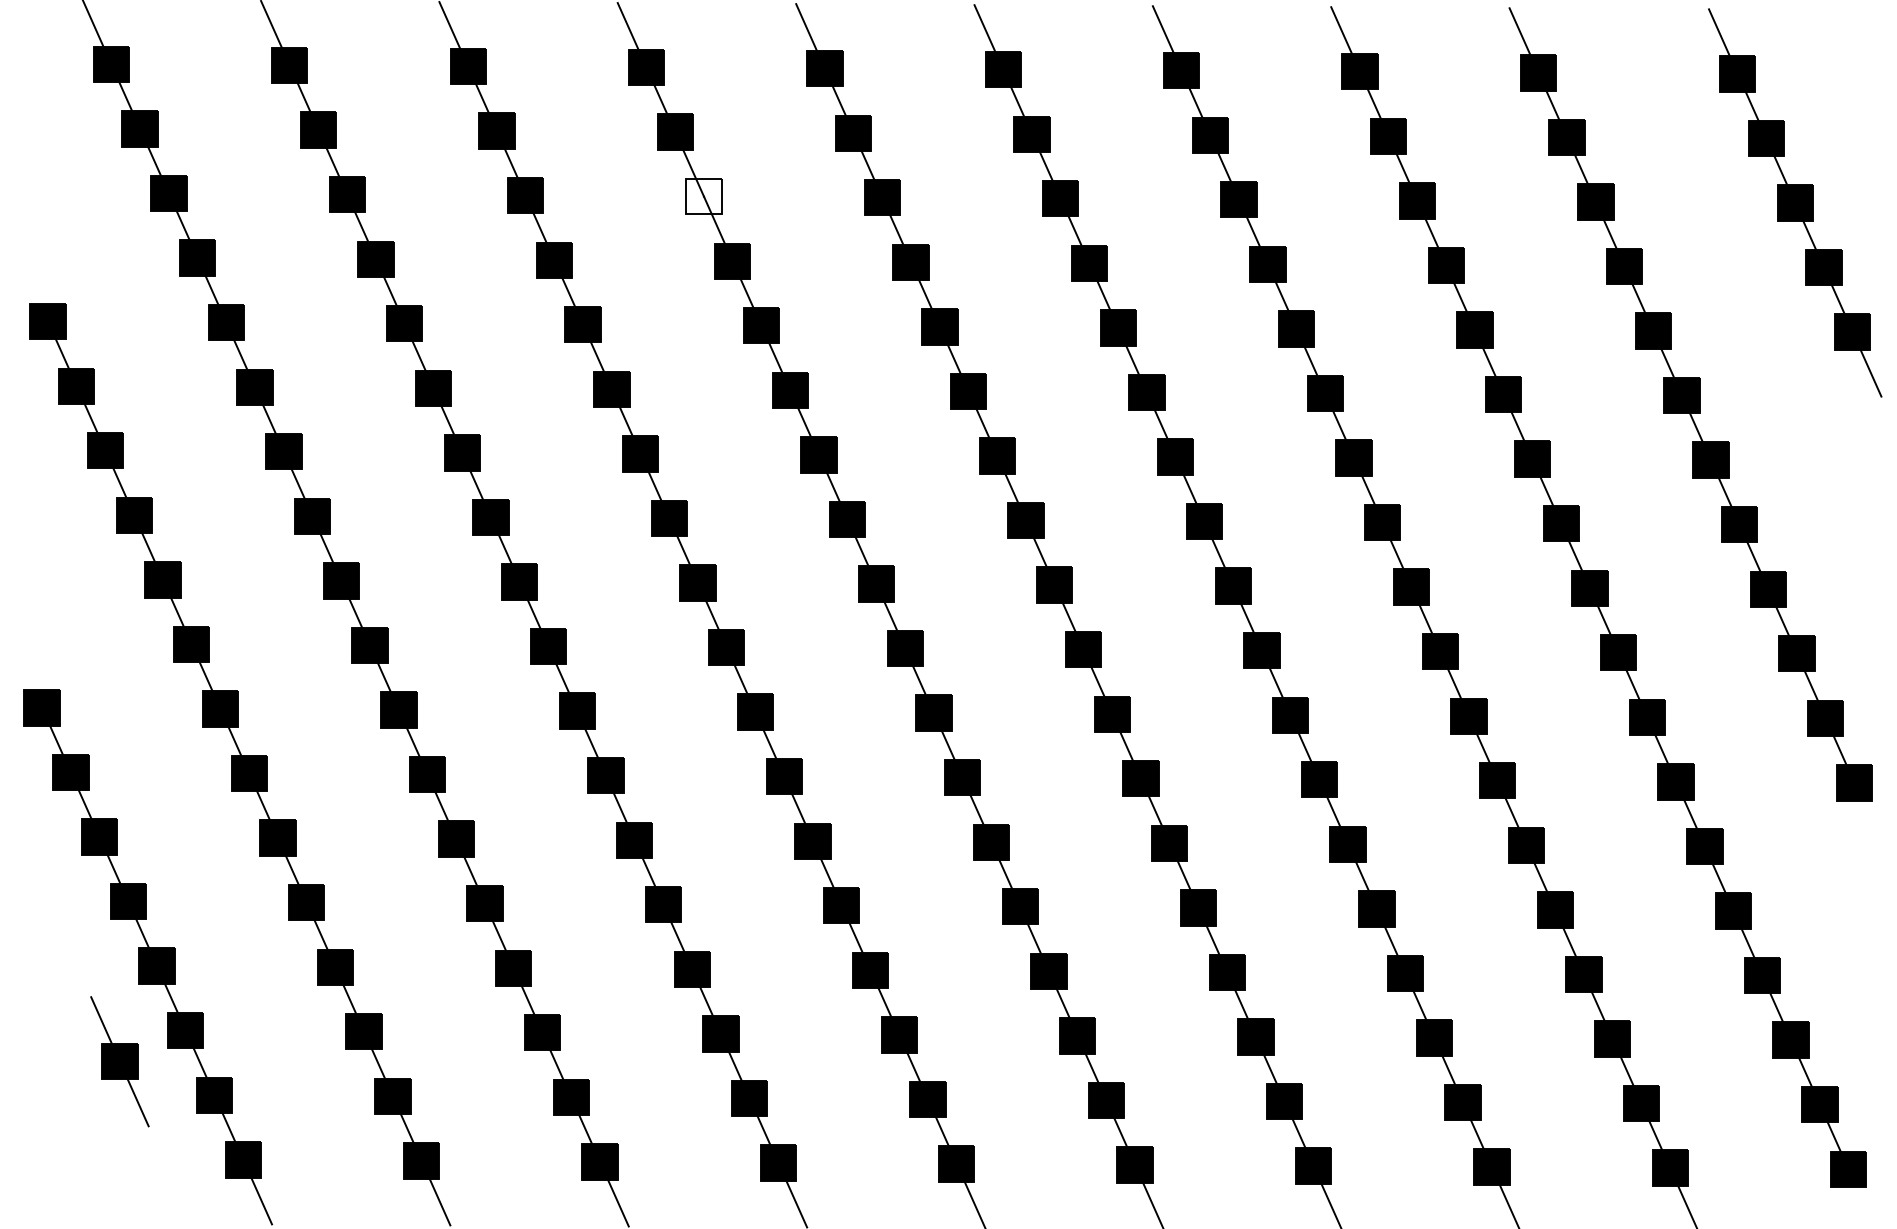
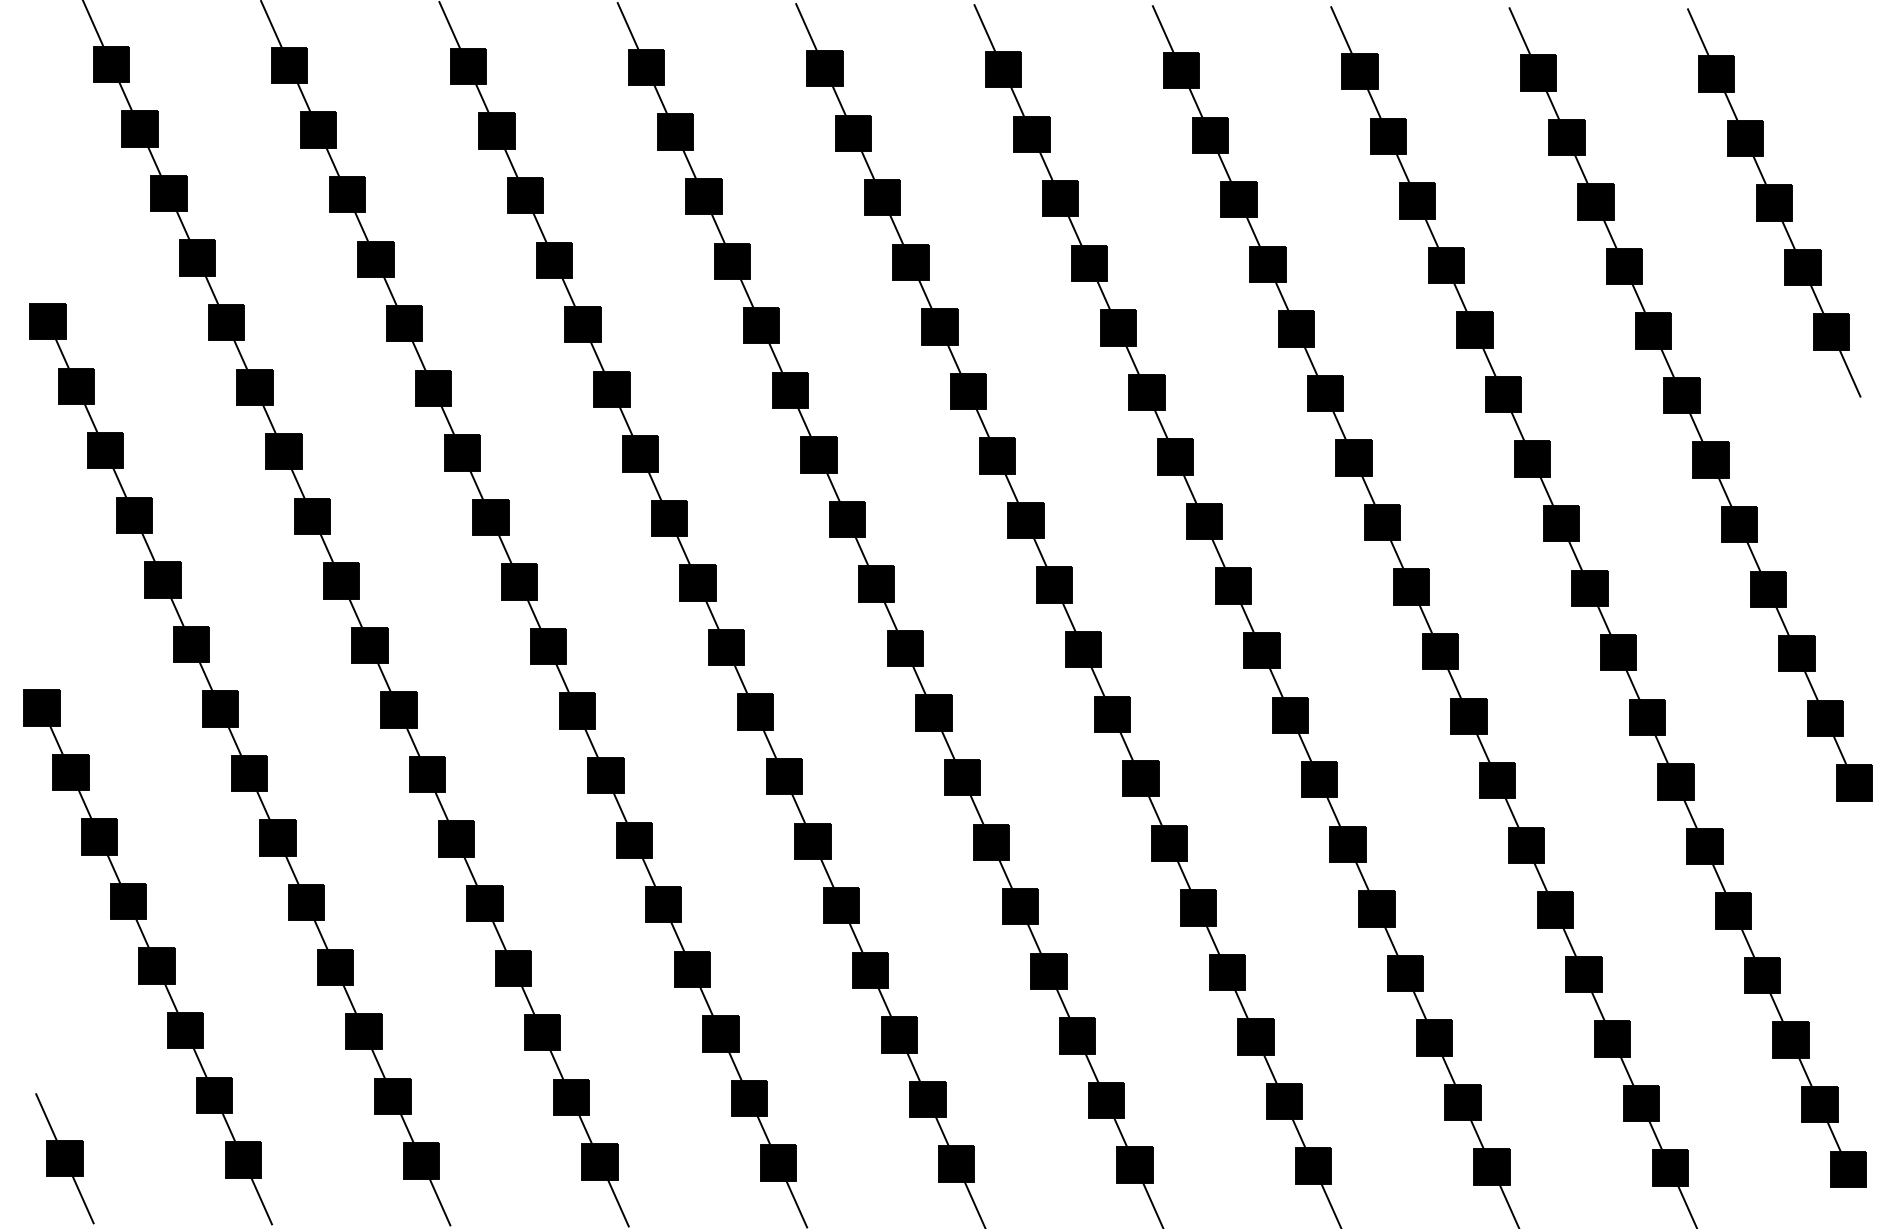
fill at (703, 196): none -> present
part at (1795, 202) position: (1795, 202) -> (1774, 202)
part at (119, 1061) position: (119, 1061) -> (64, 1158)
